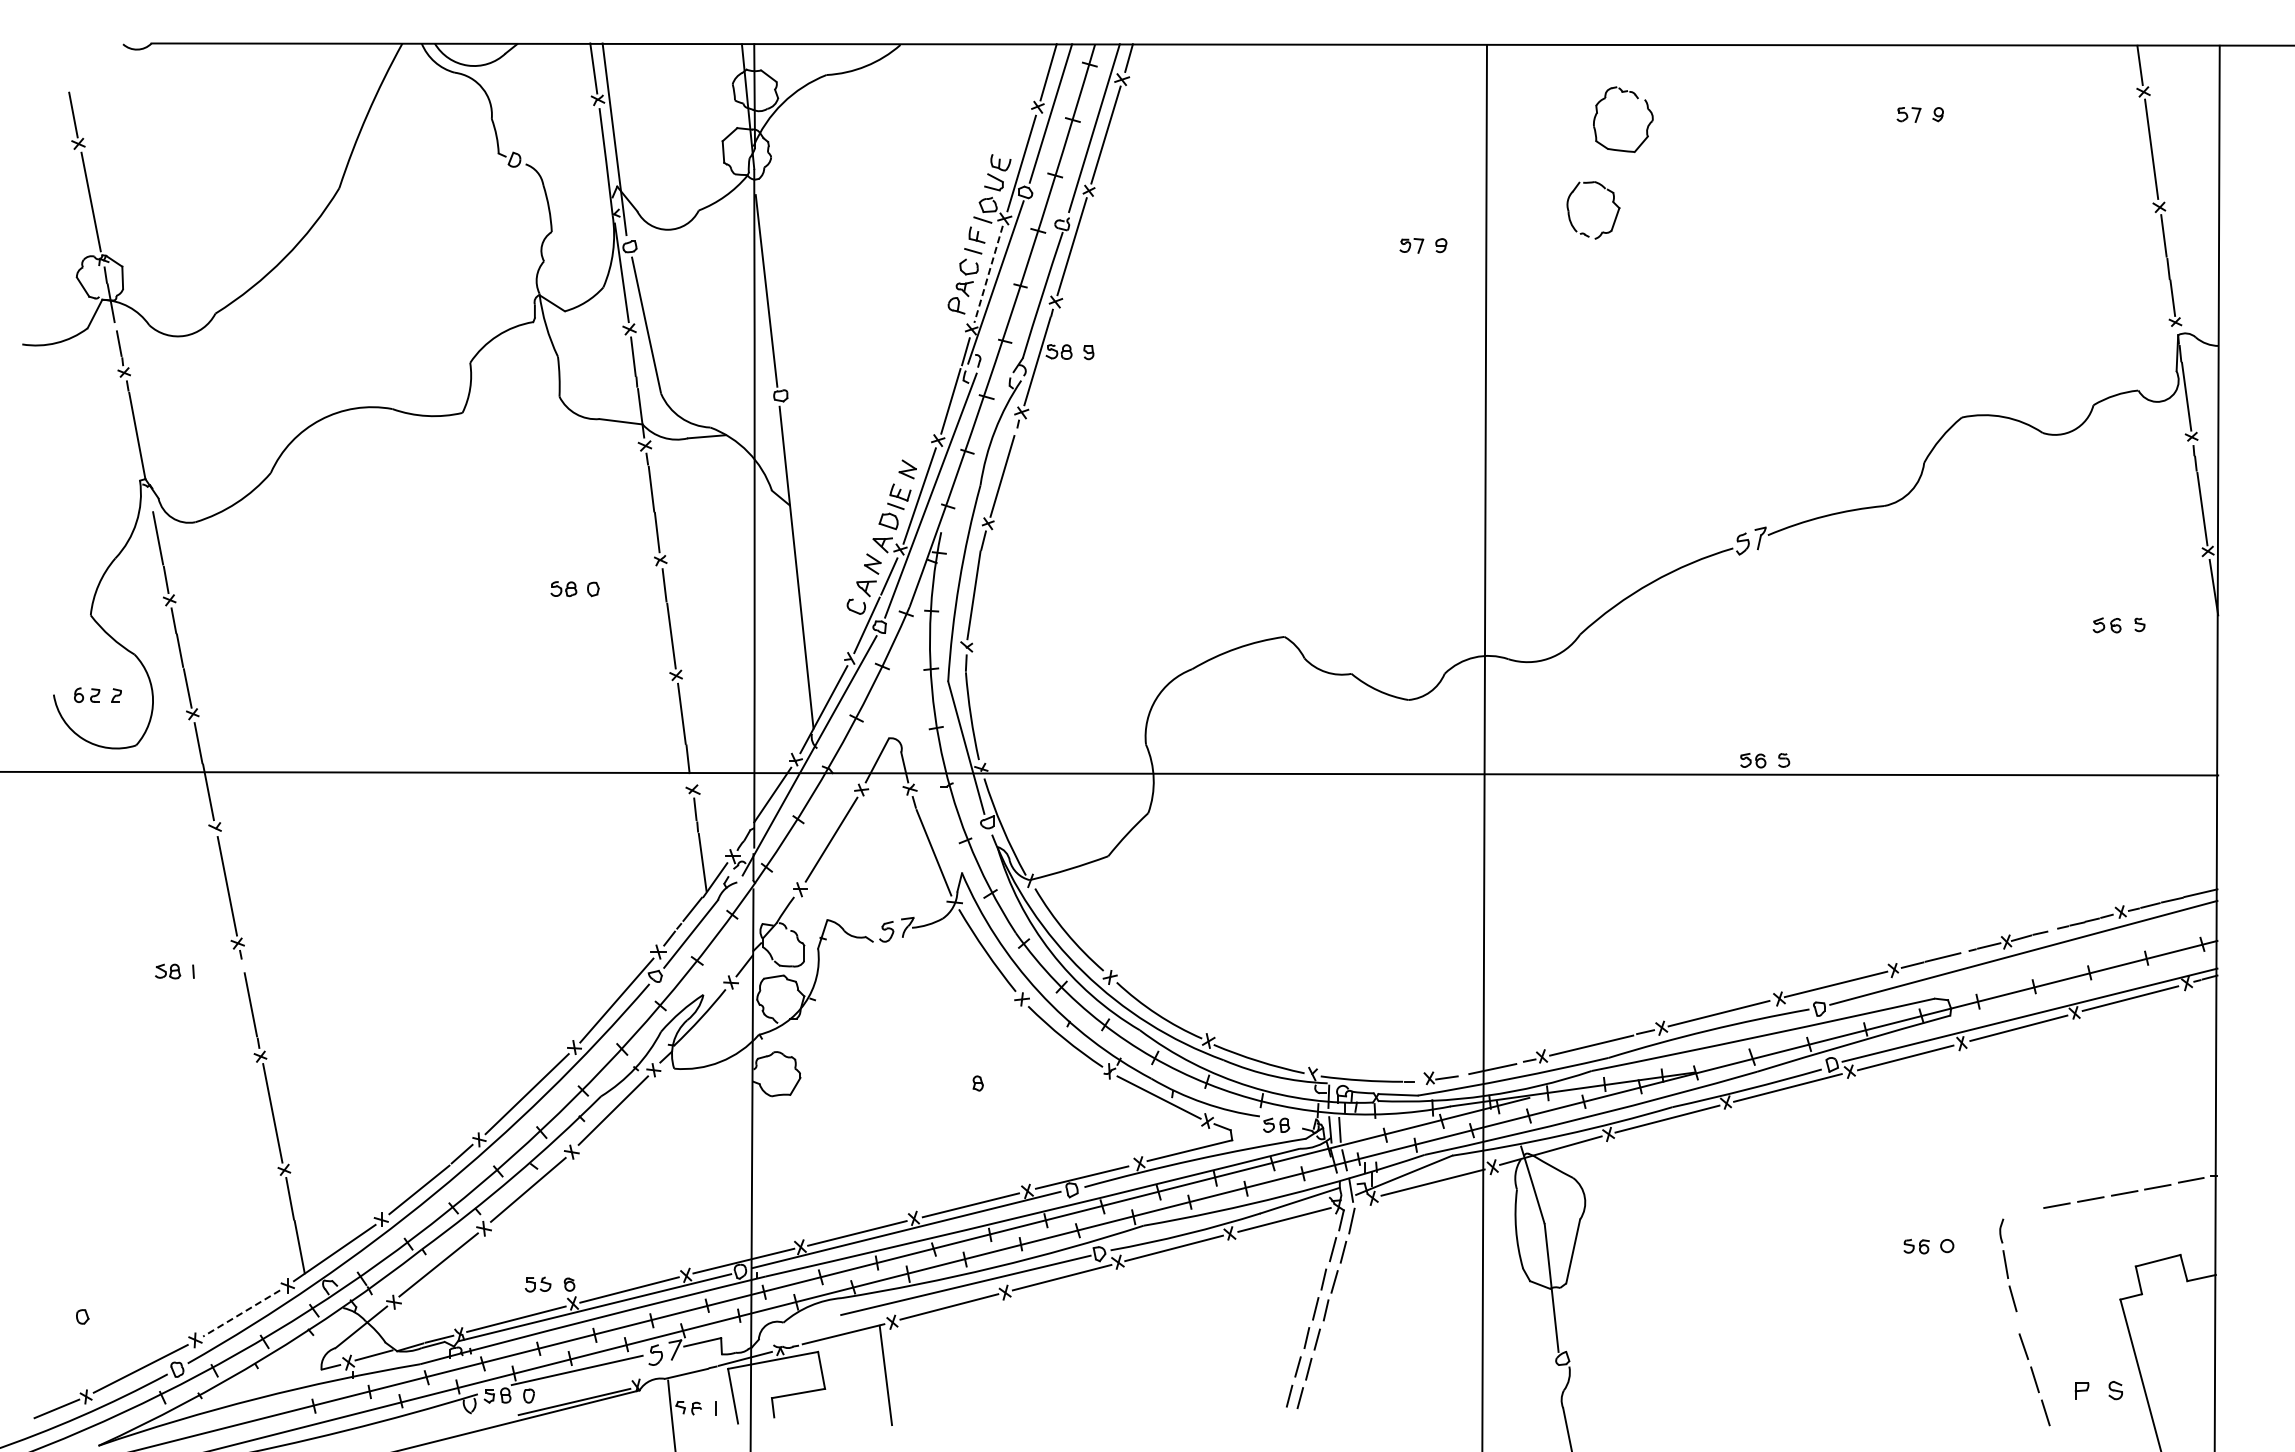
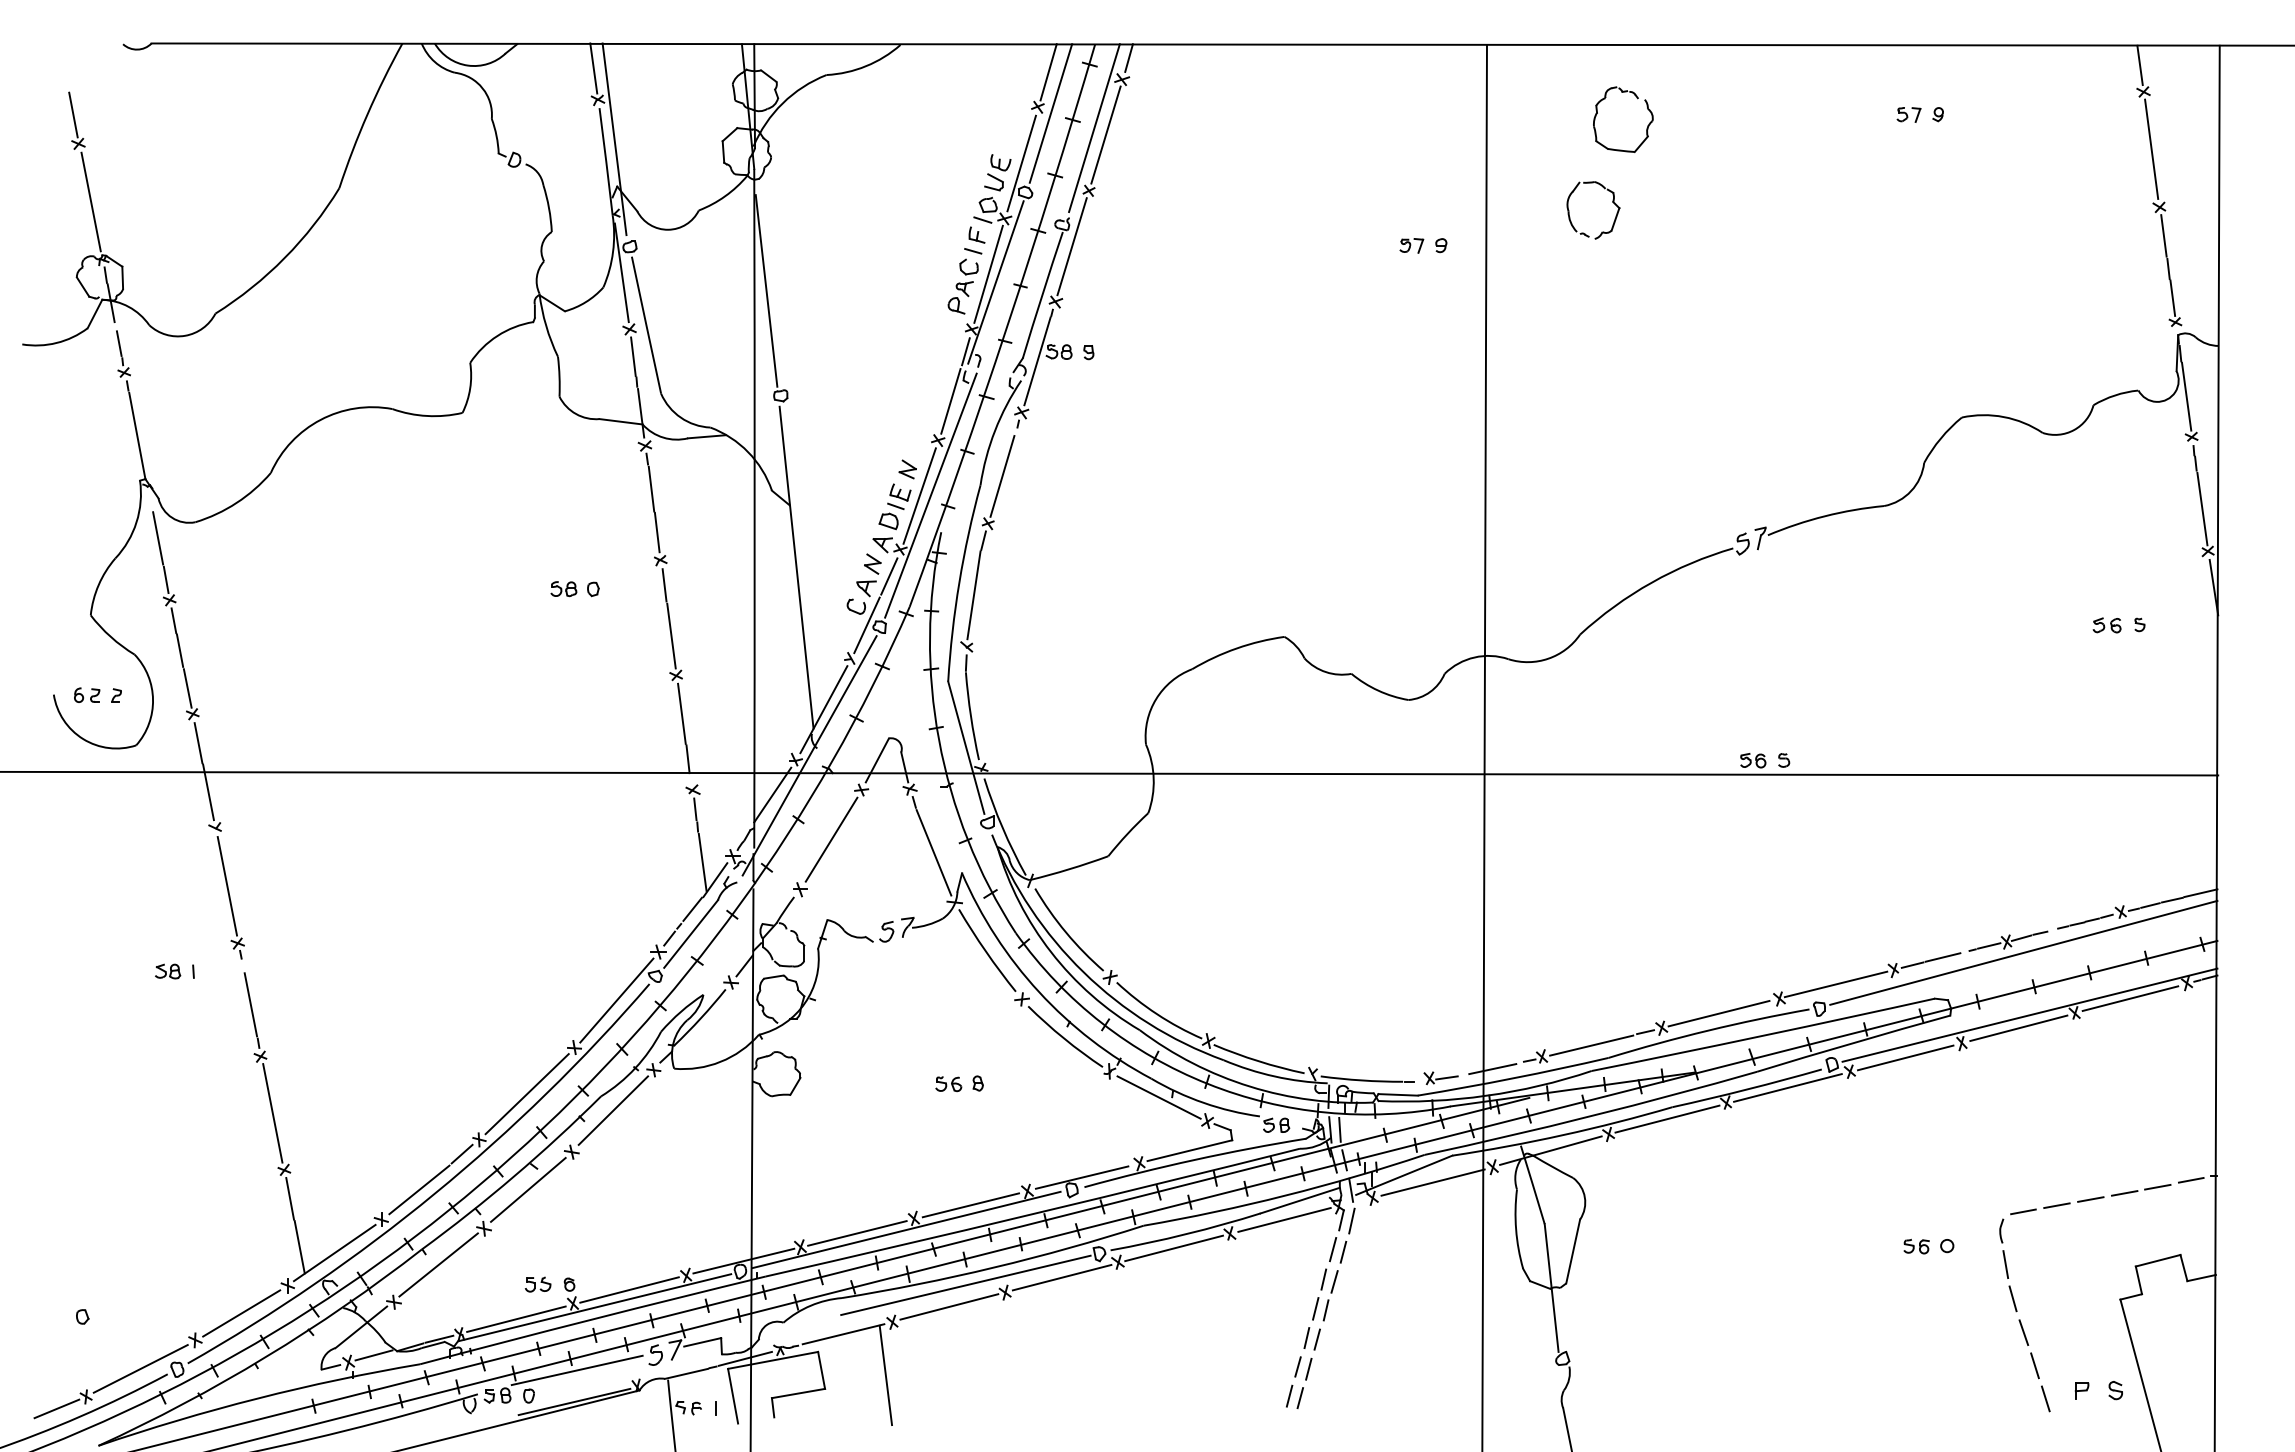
line at (988, 274): dashed -> solid
part at (948, 1084): none -> present
line at (2023, 1211): none -> present
line at (241, 1313): dashed -> solid
part at (2034, 1379) position: (2034, 1379) -> (2034, 1365)
